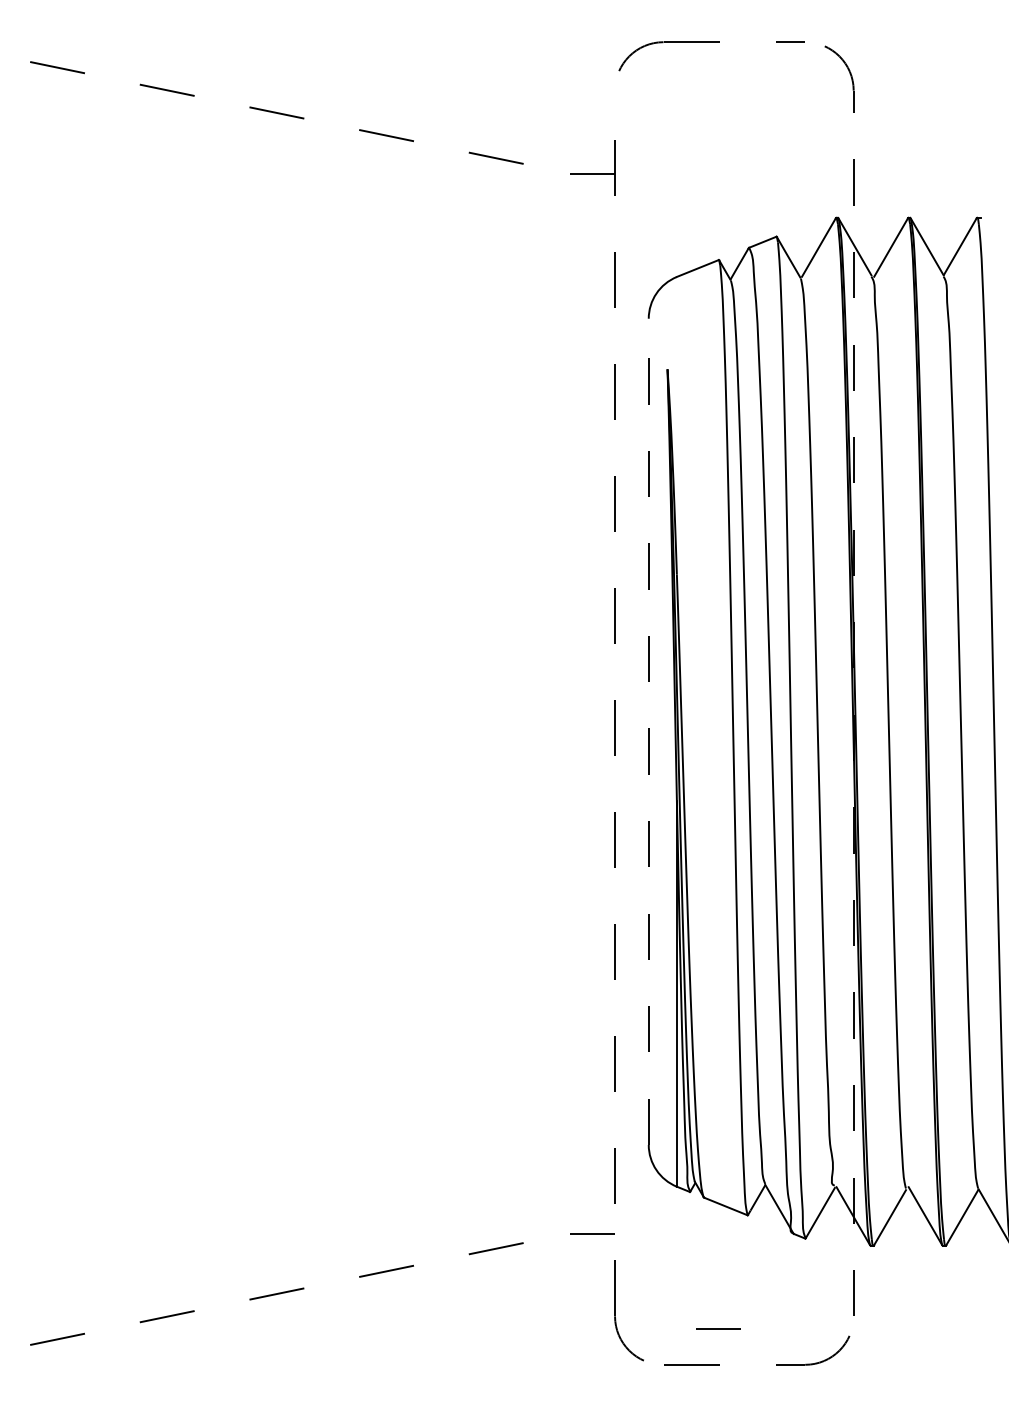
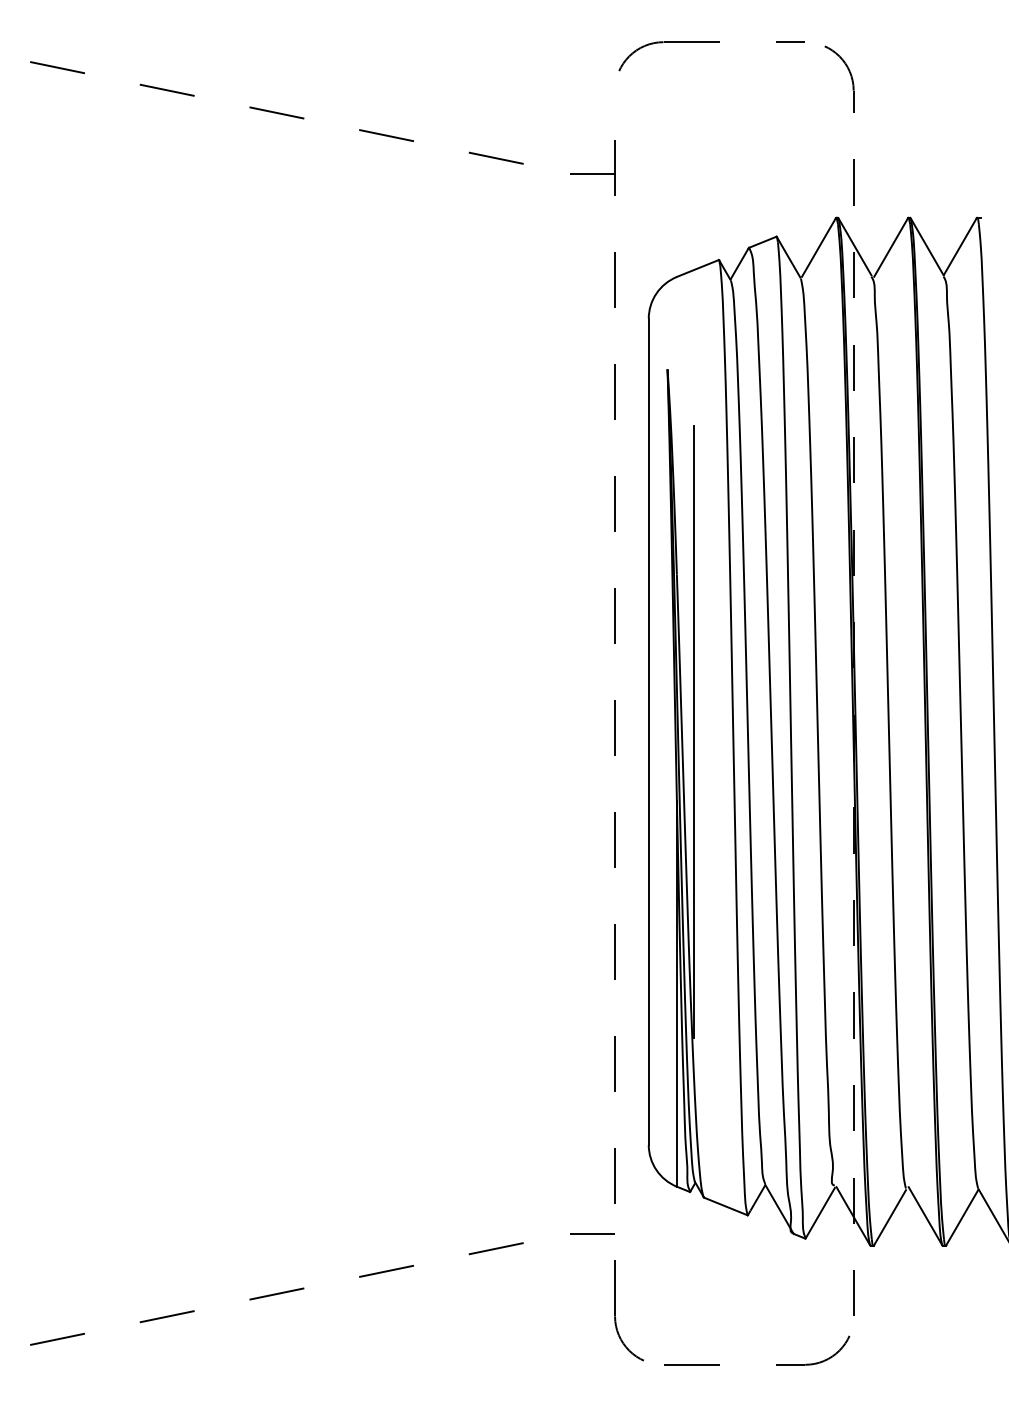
line at (648, 731): dashed -> solid
line at (693, 731): none -> present
line at (718, 1328): present -> none
